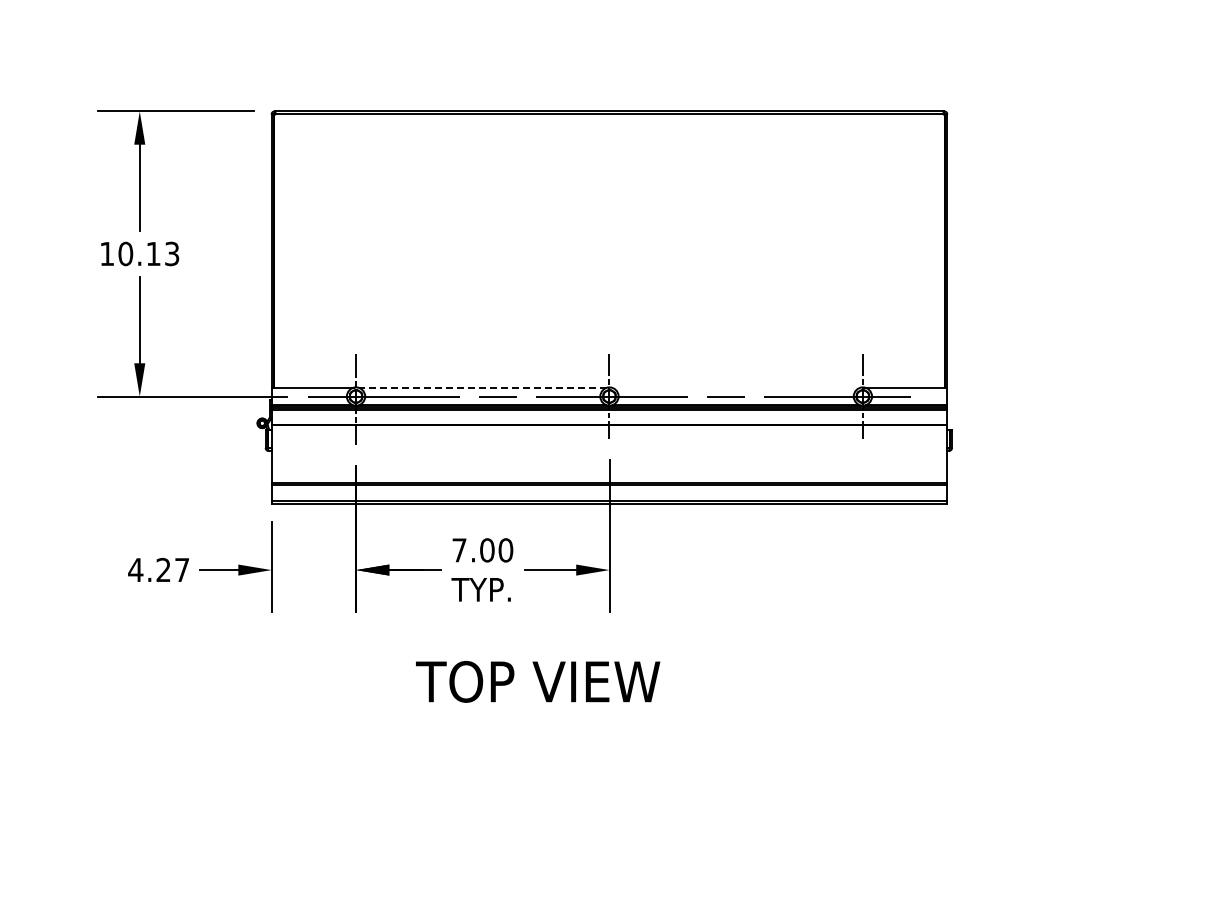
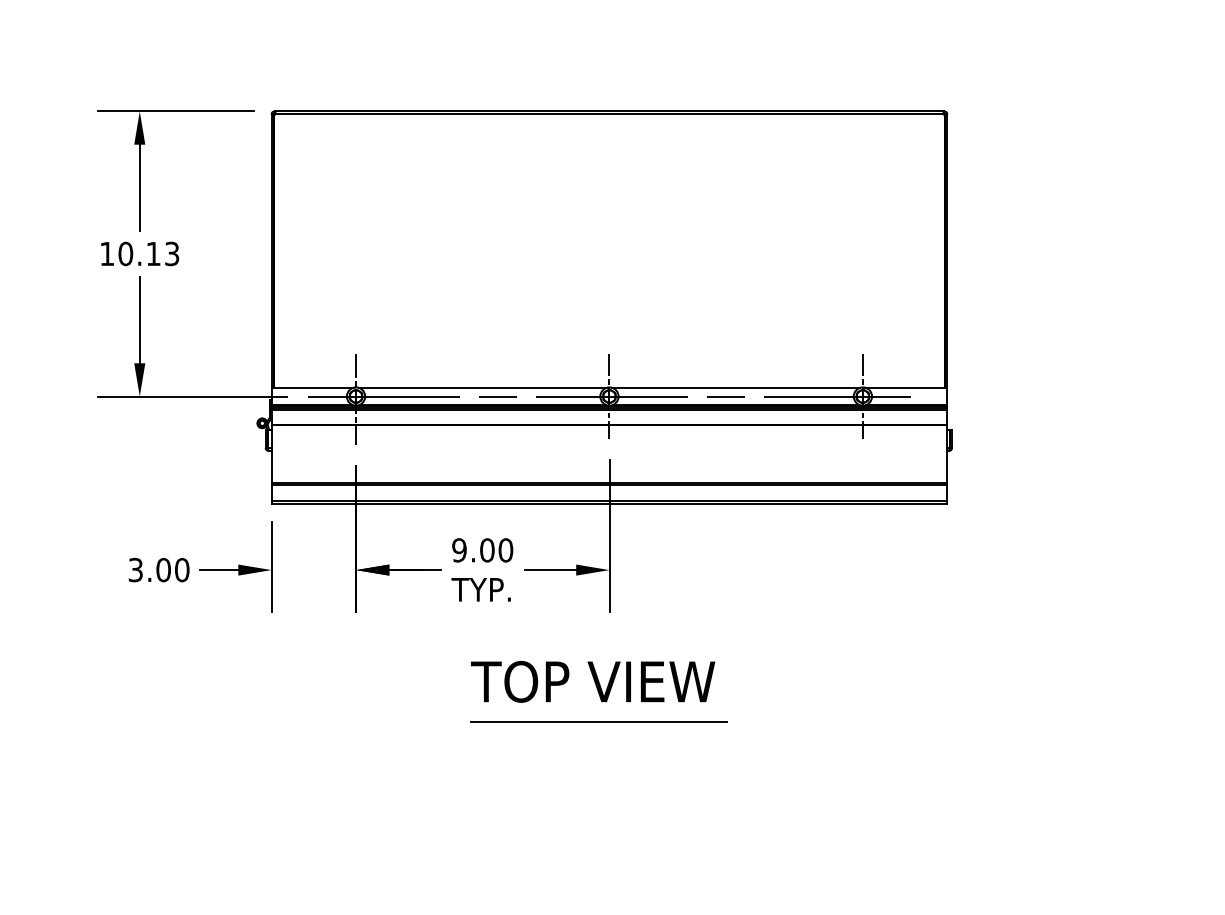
line at (482, 387): dashed -> solid
line at (735, 387): none -> present
text at (459, 550): 7.00 -> 9.00
text at (158, 569): 4.27 -> 3.00
text at (538, 681) position: (538, 681) -> (593, 681)
line at (598, 721): none -> present
